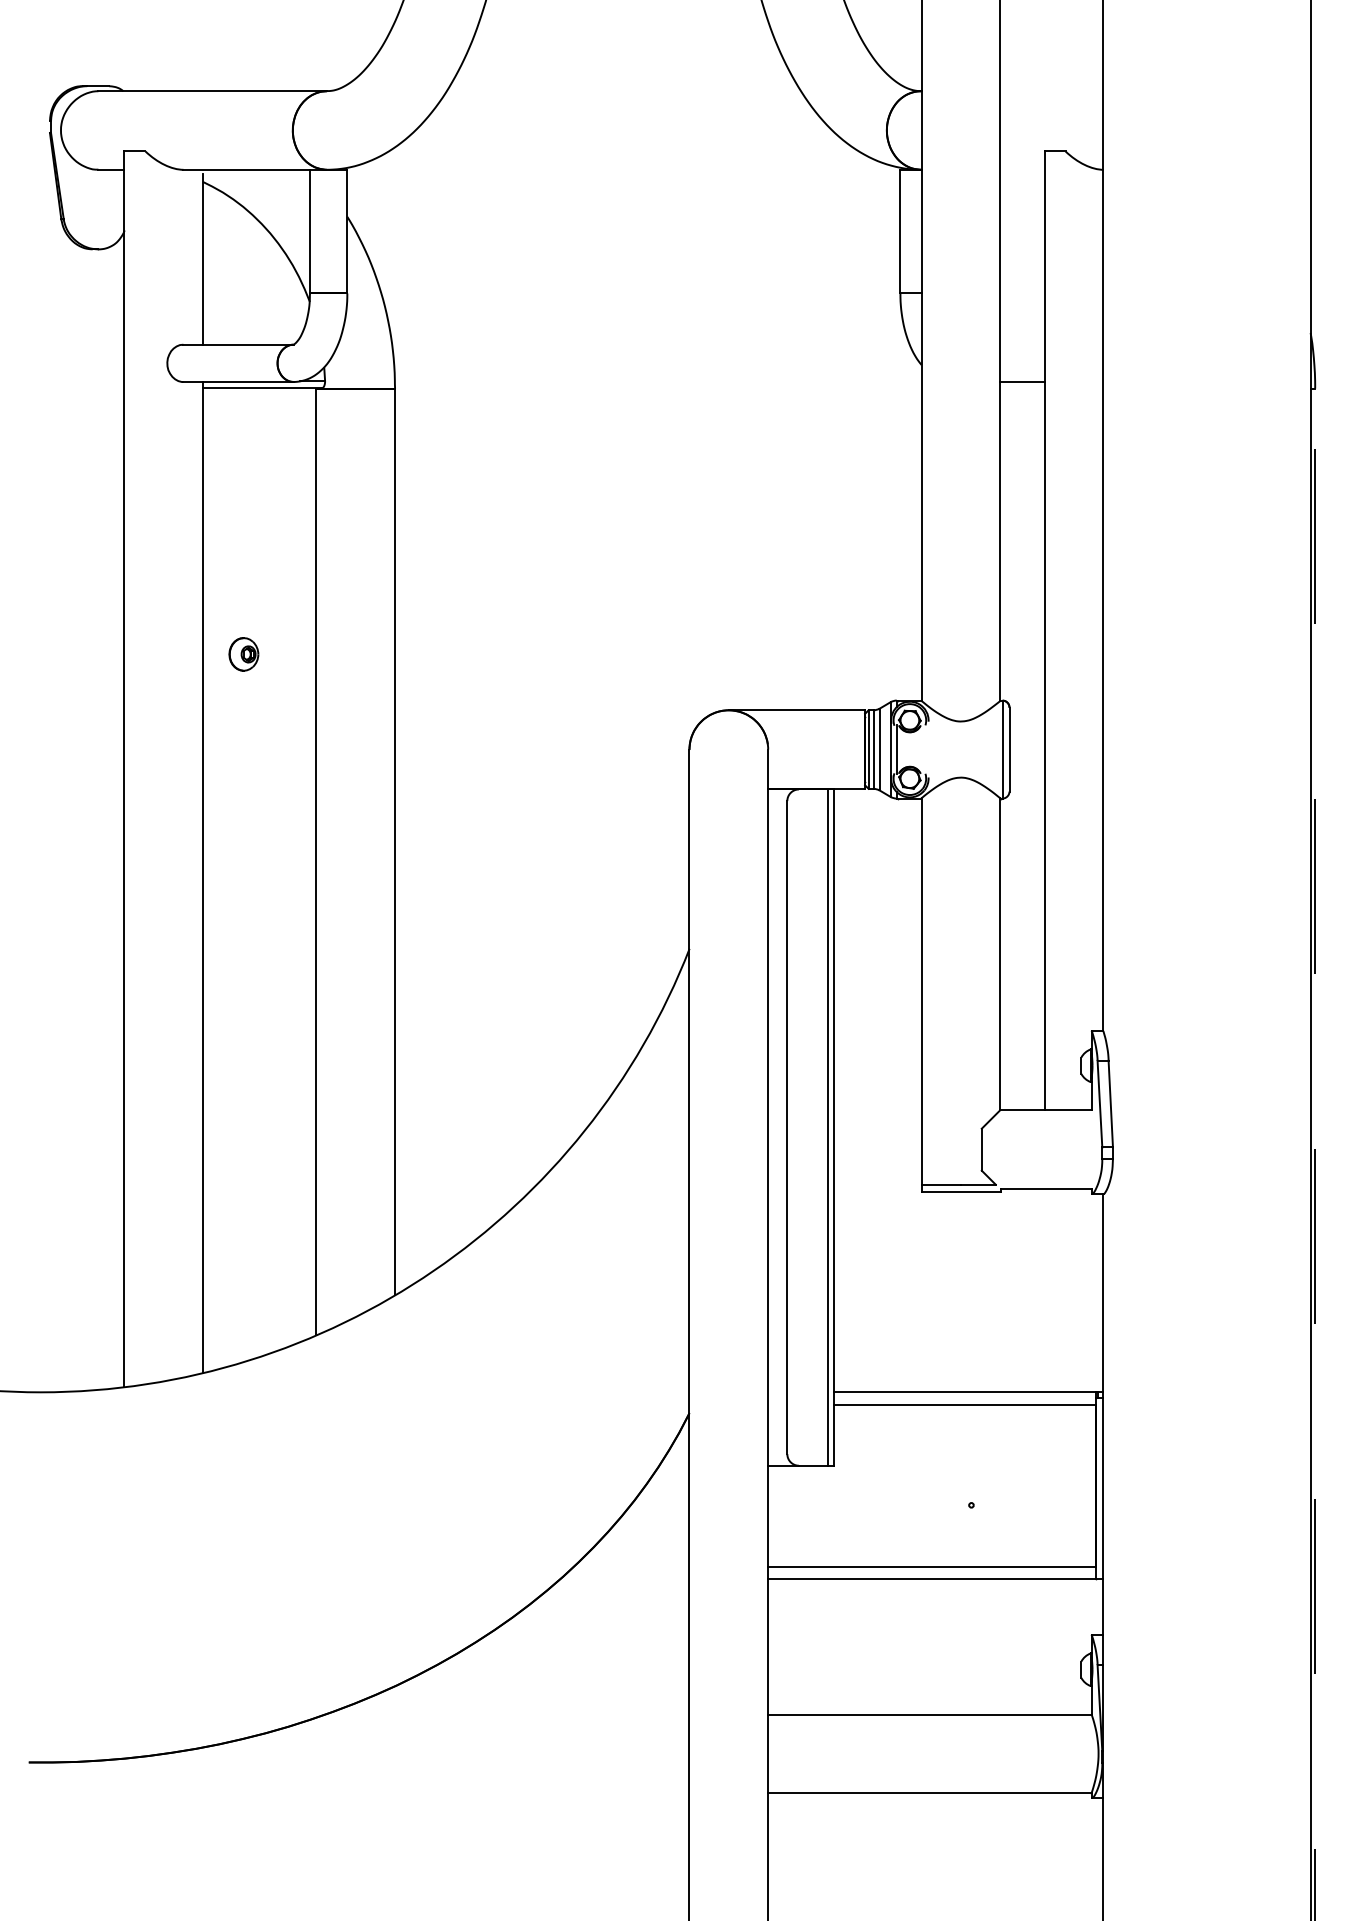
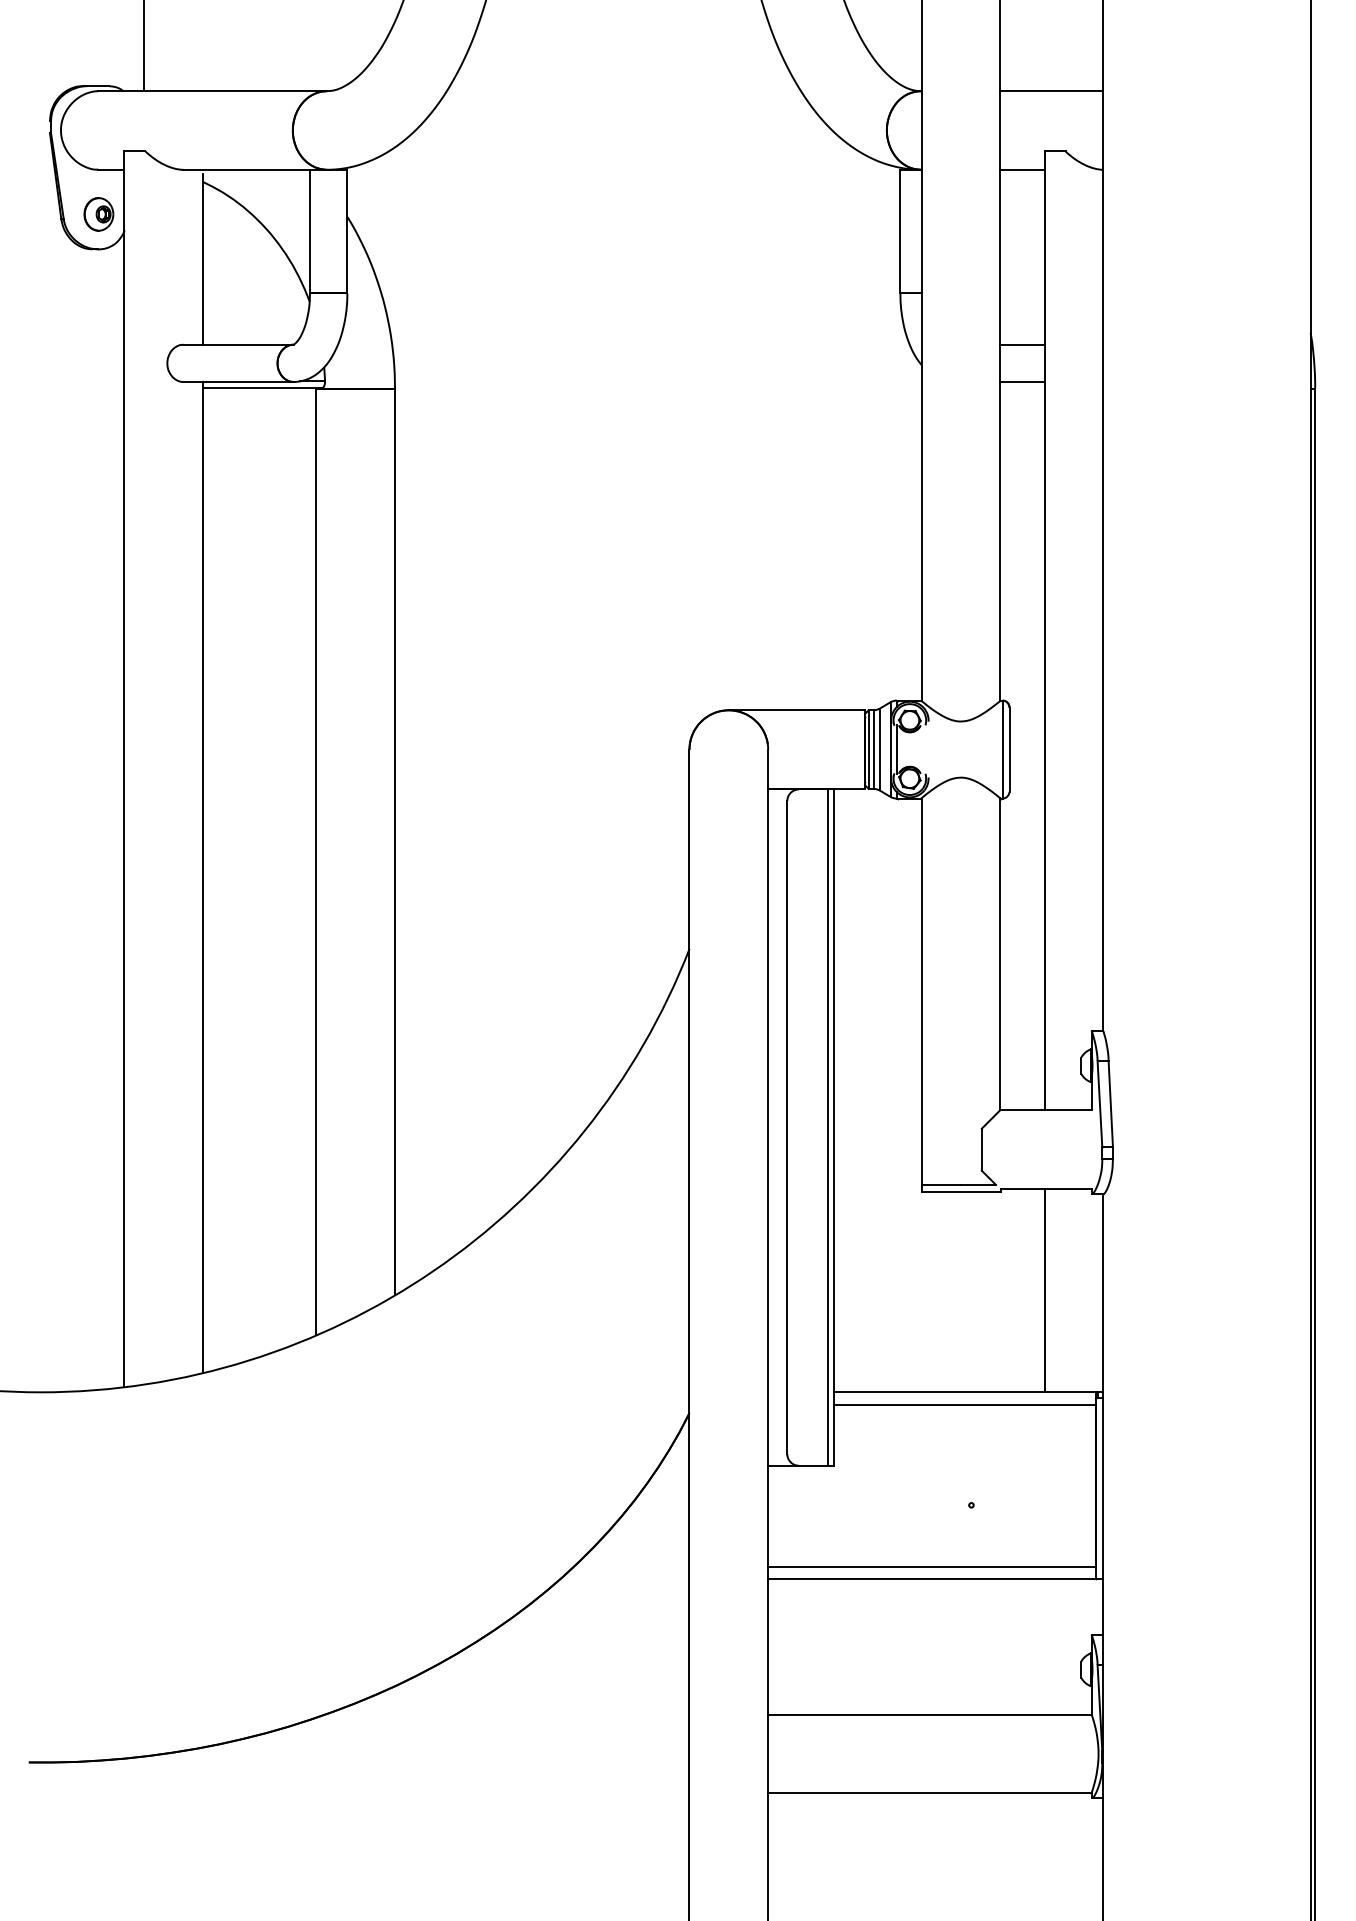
line at (144, 46): none -> present
line at (1051, 91): none -> present
line at (1022, 169): none -> present
line at (1022, 344): none -> present
part at (243, 654) position: (243, 654) -> (98, 214)
line at (1315, 1154): dashed -> solid
line at (1044, 1290): none -> present
